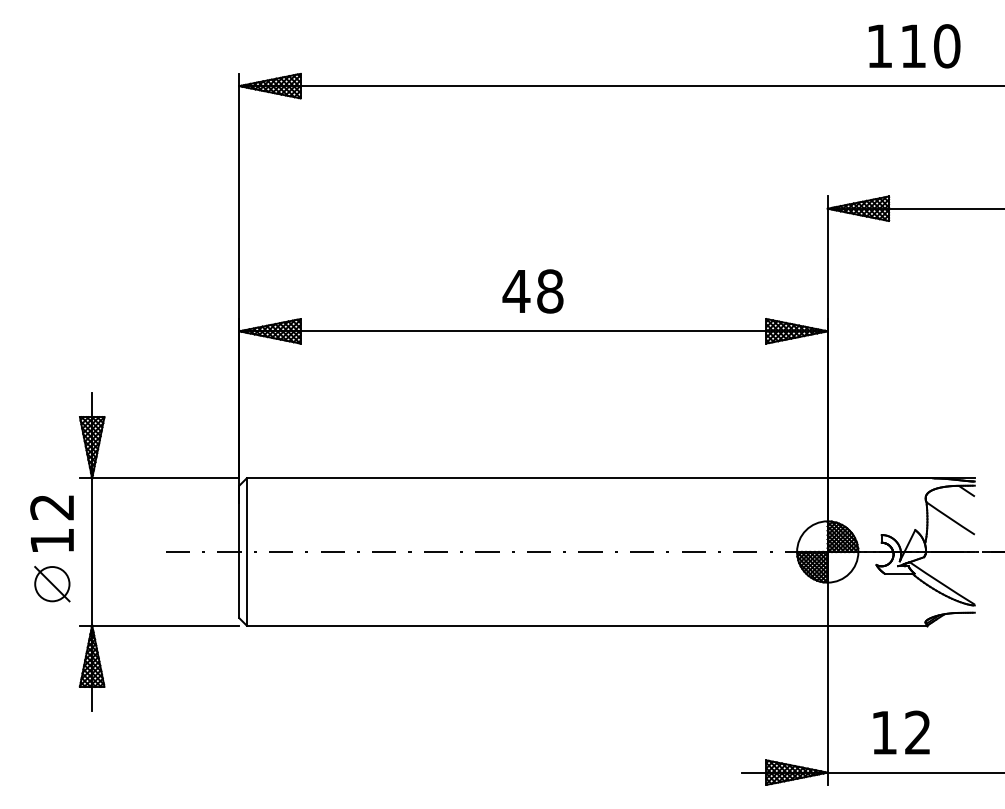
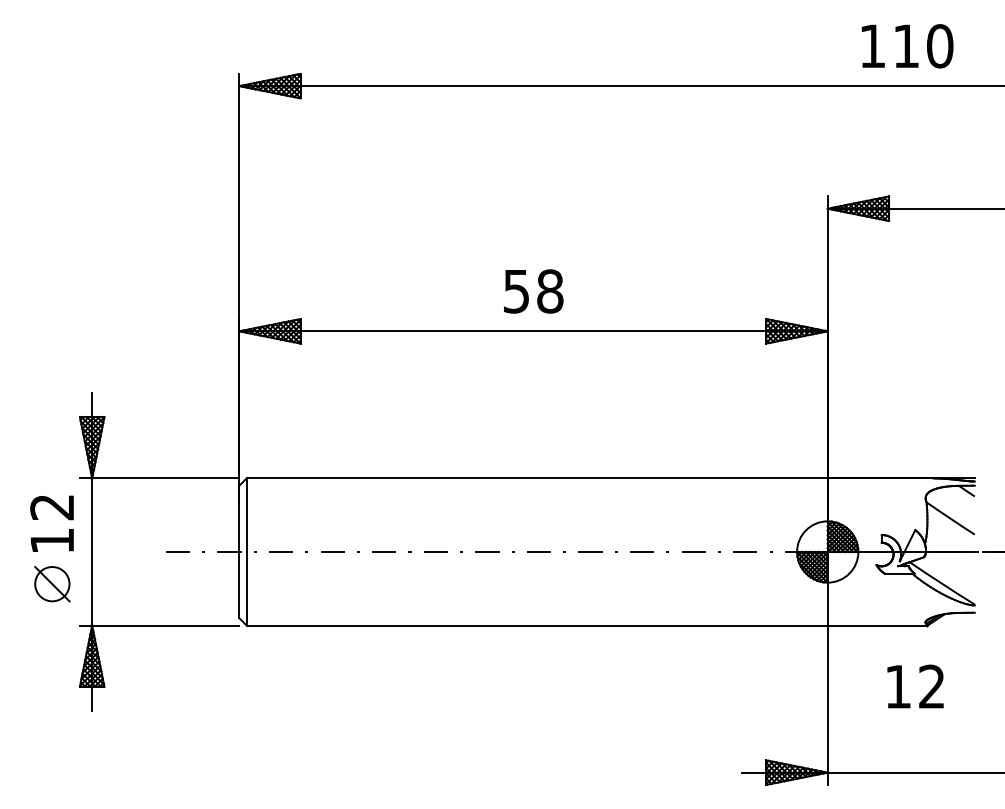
text at (914, 46) position: (914, 46) -> (907, 46)
text at (516, 291): 48 -> 58
text at (901, 732) position: (901, 732) -> (915, 686)
